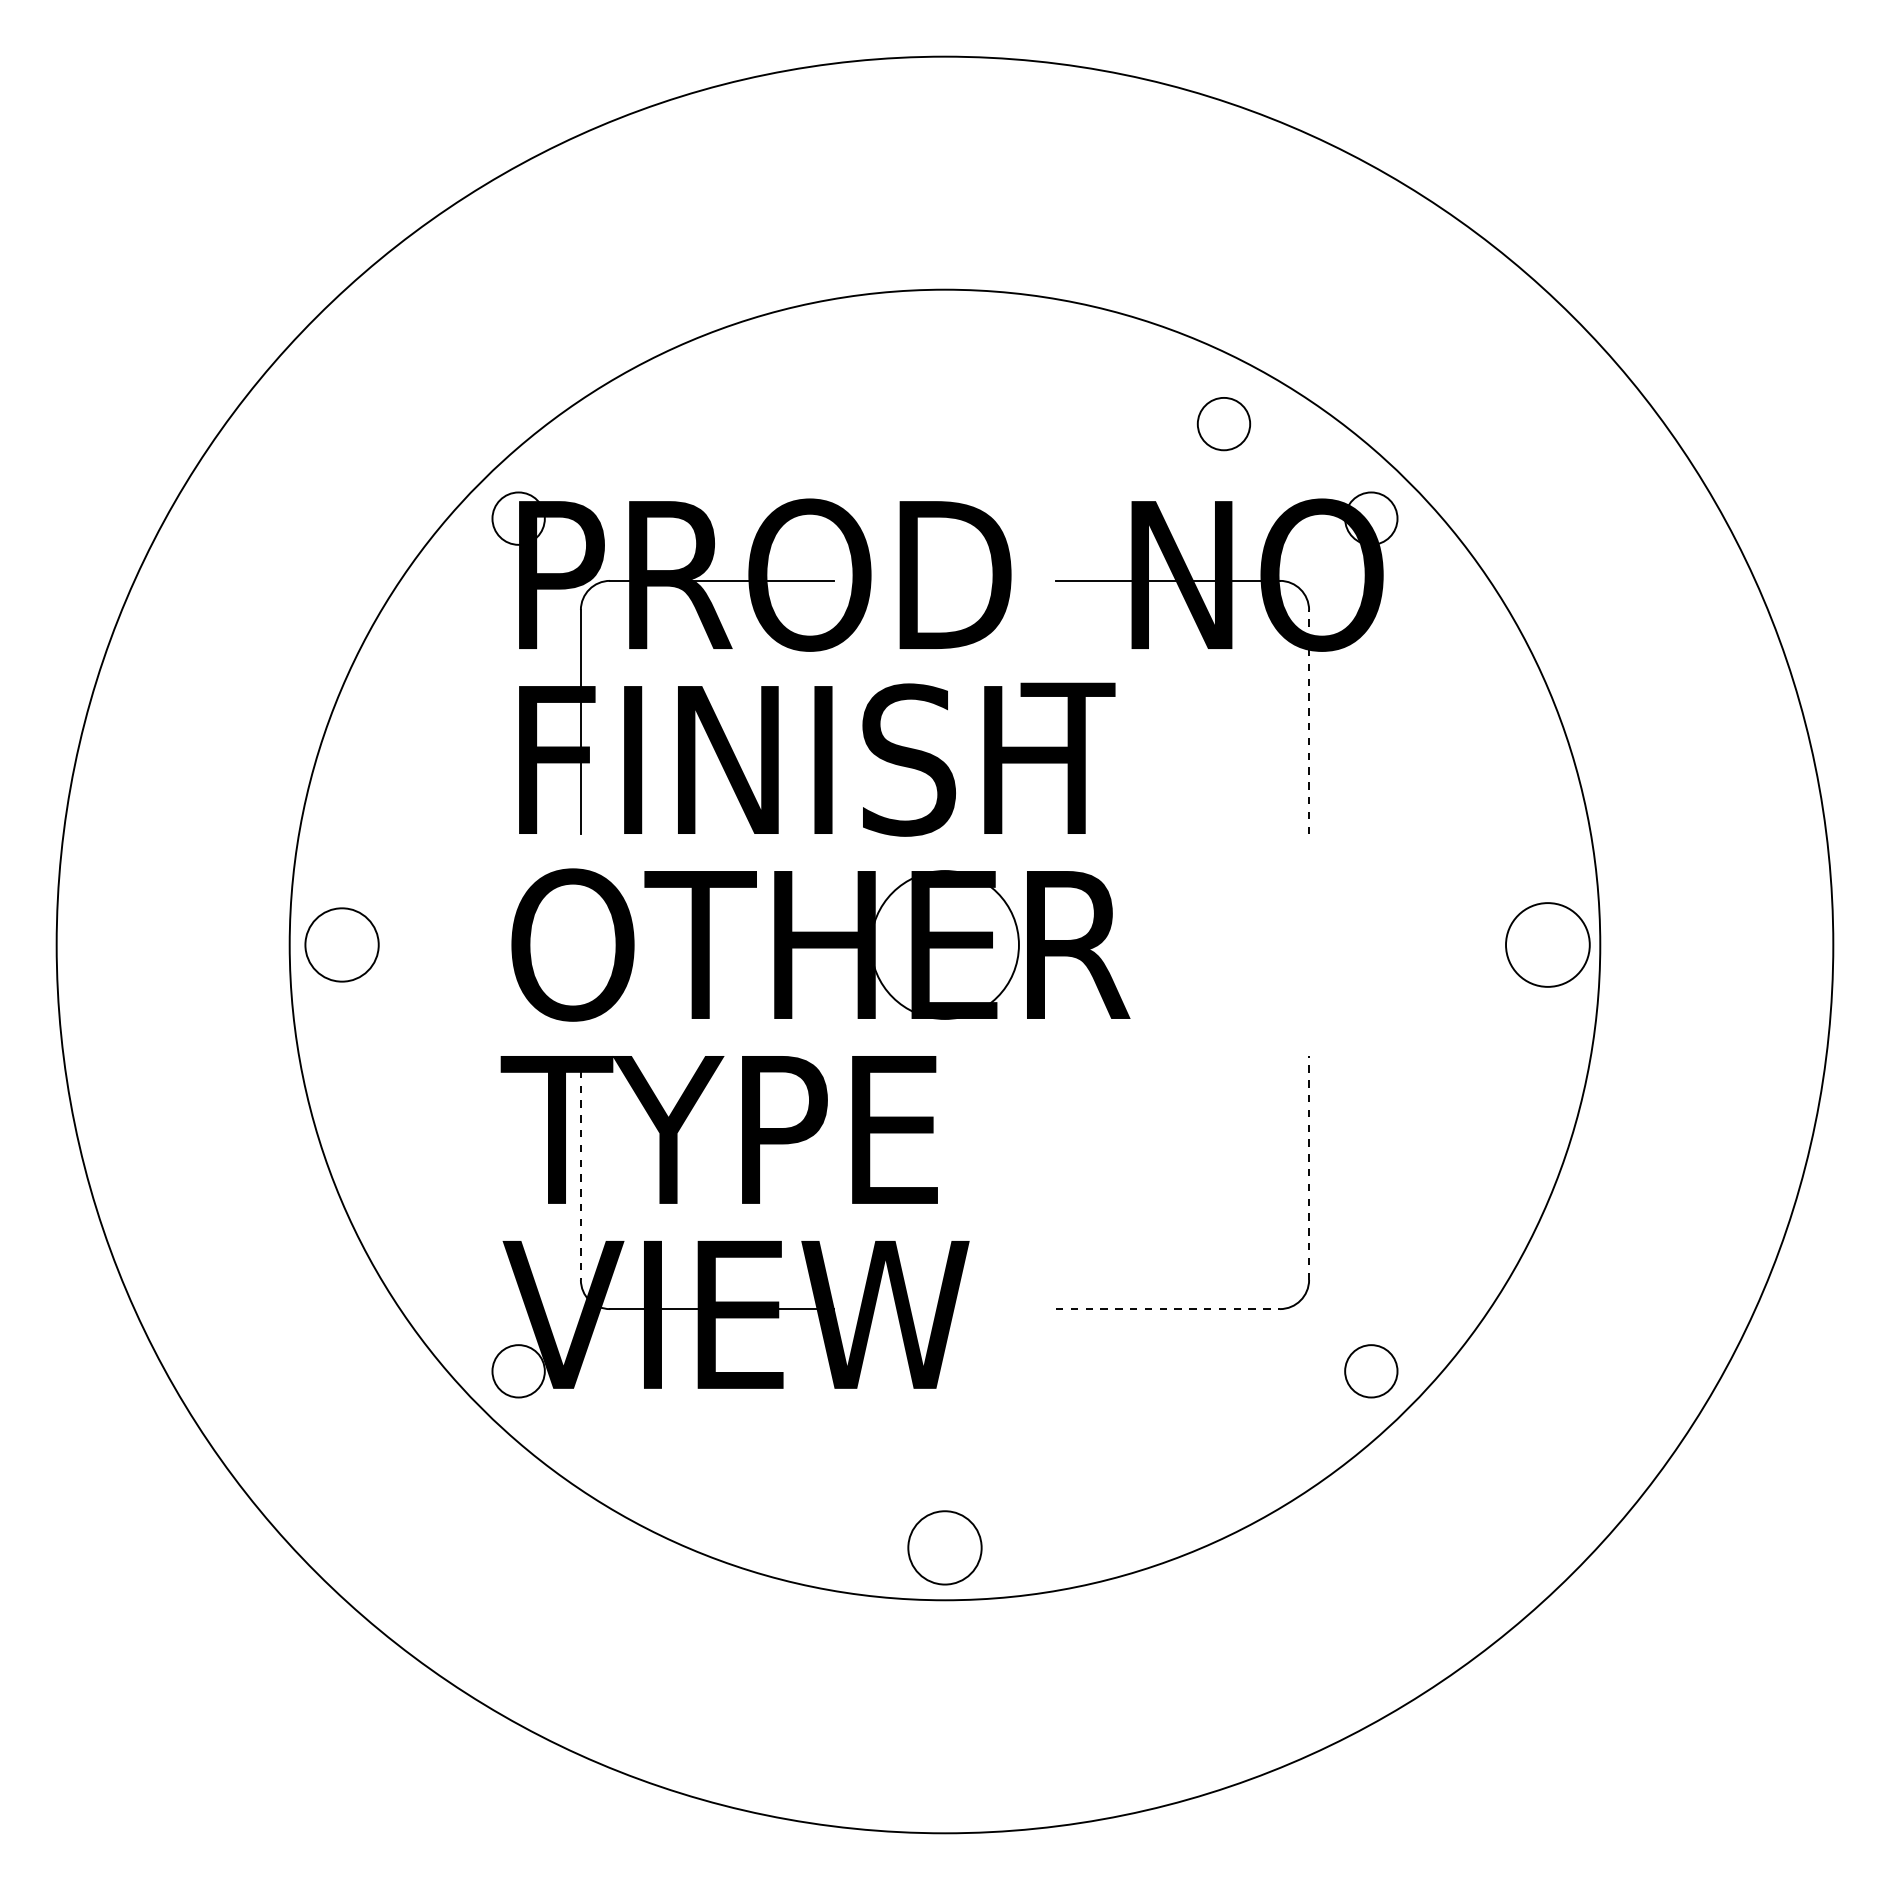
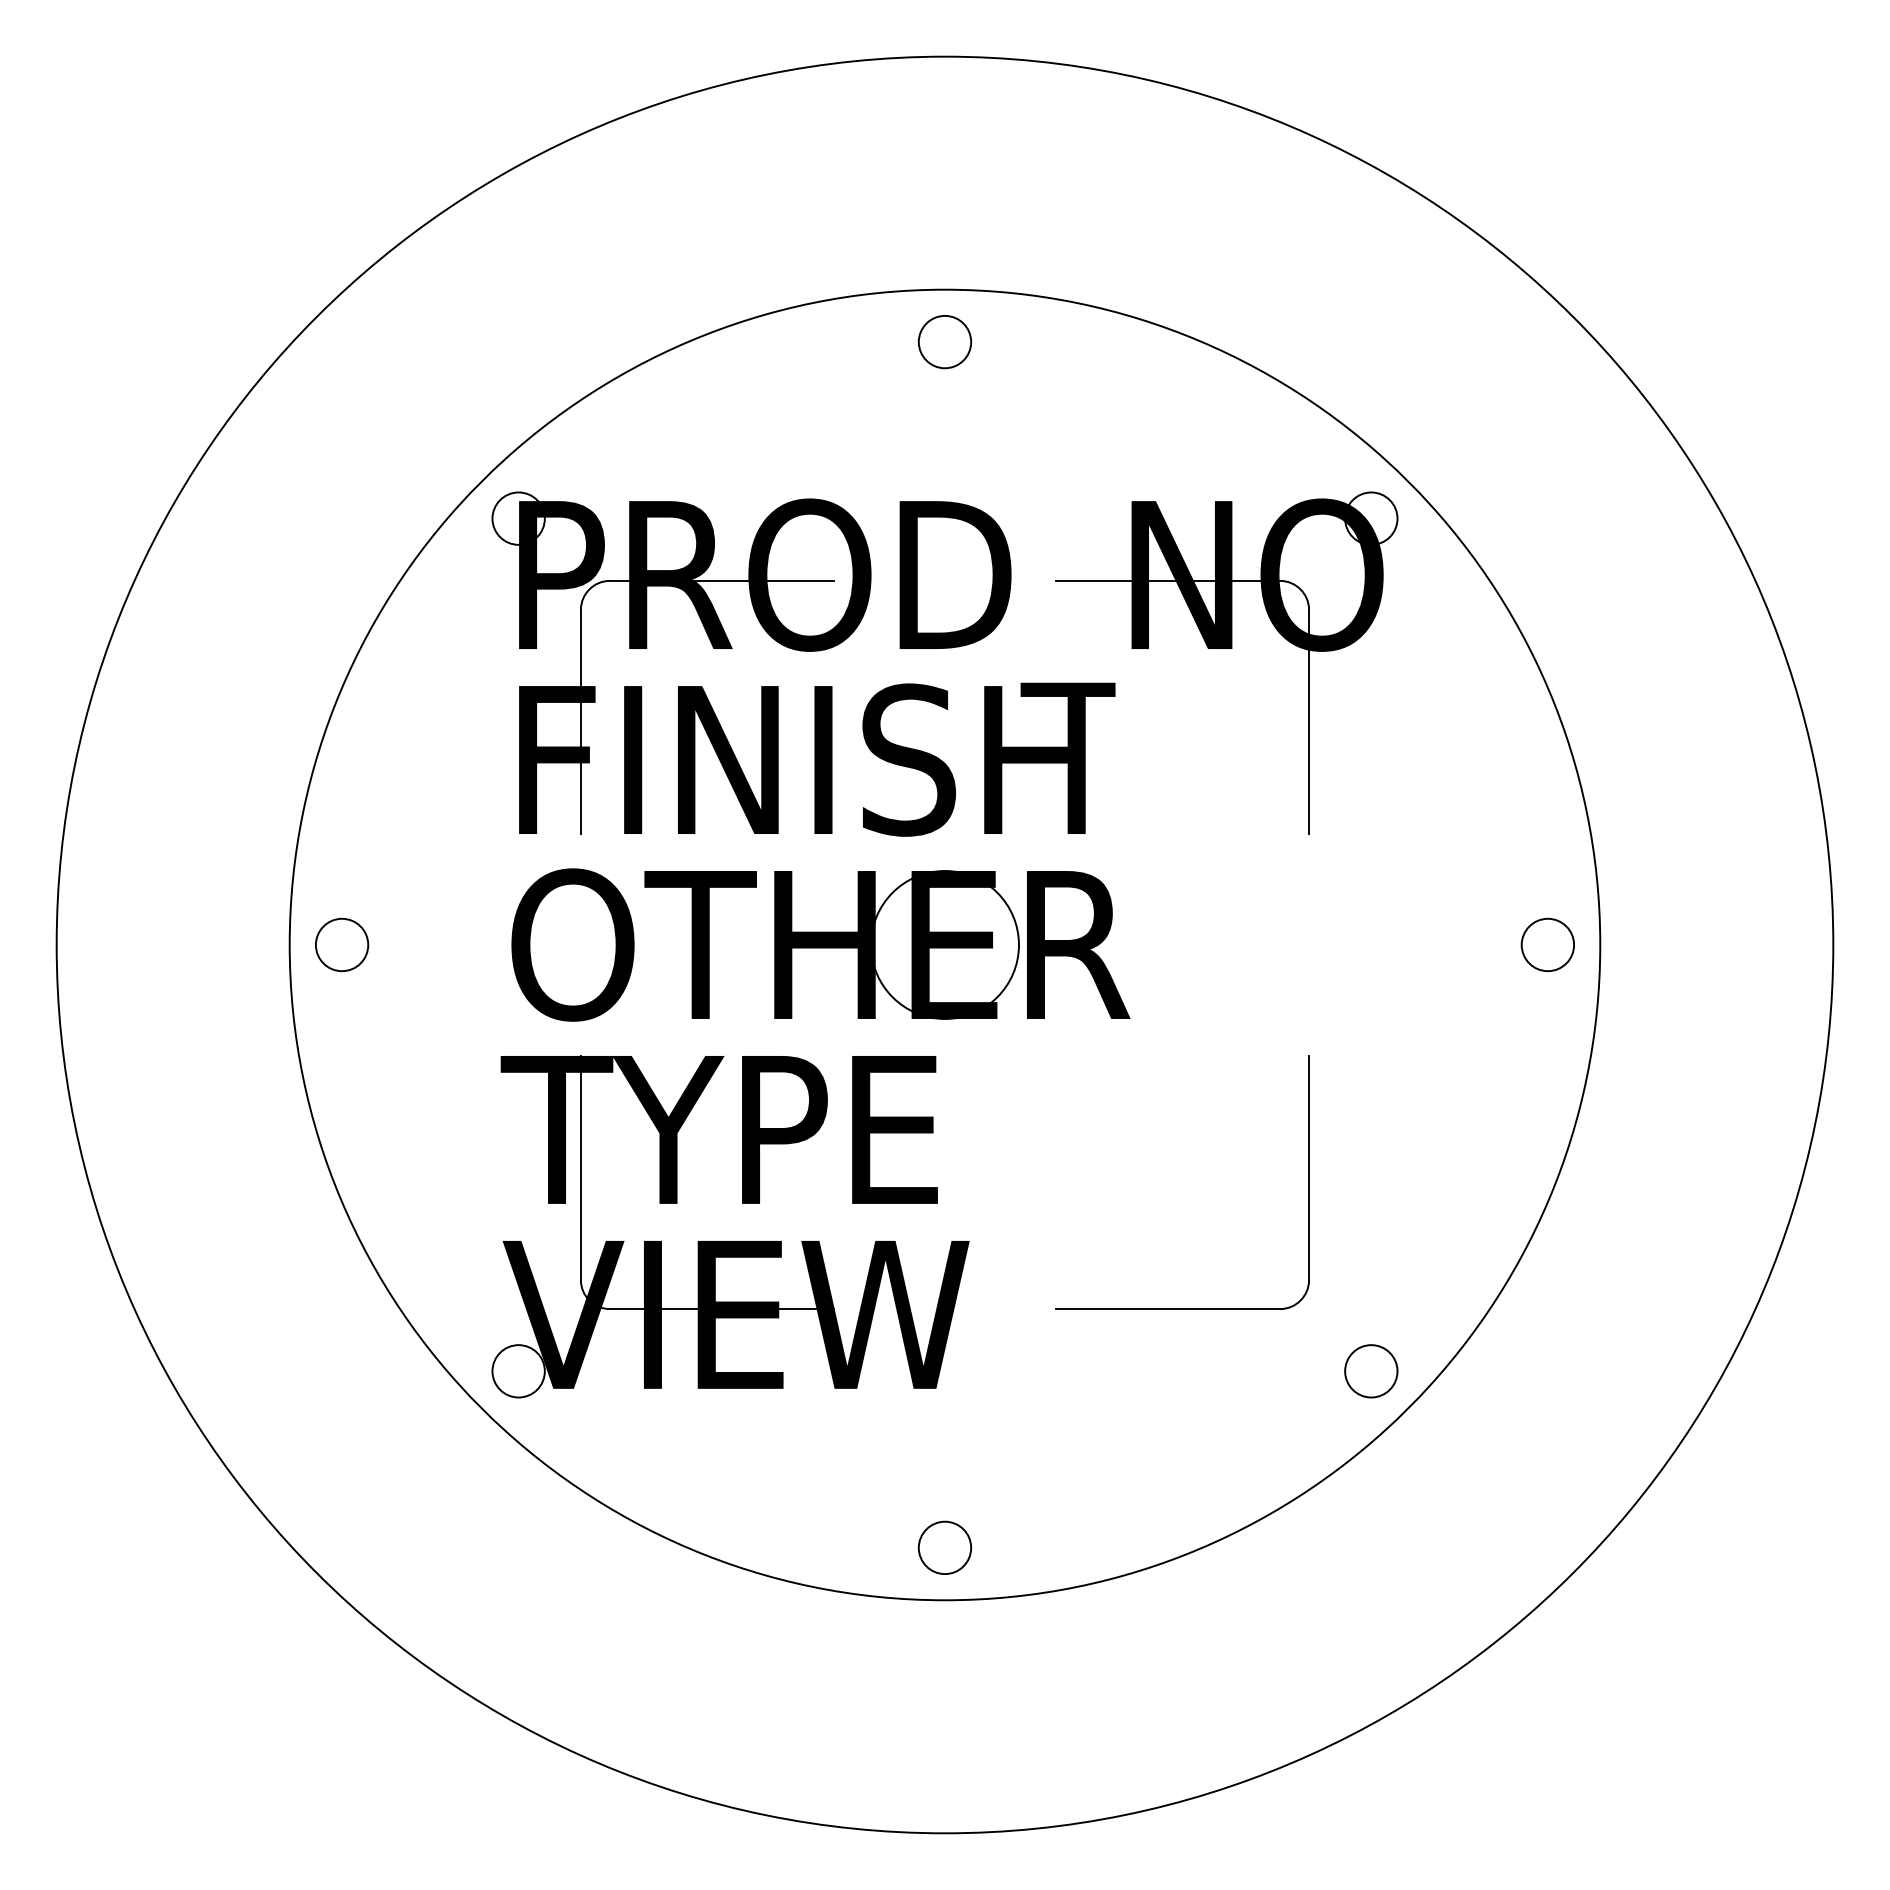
circle at (1223, 424) position: (1223, 424) -> (944, 342)
line at (1309, 721): dashed -> solid
circle at (341, 944) diameter: 73 px -> 52 px
circle at (1547, 944) diameter: 84 px -> 52 px
line at (1309, 1167): dashed -> solid
line at (580, 1168): dashed -> solid
line at (1168, 1309): dashed -> solid
circle at (944, 1547) diameter: 73 px -> 52 px
